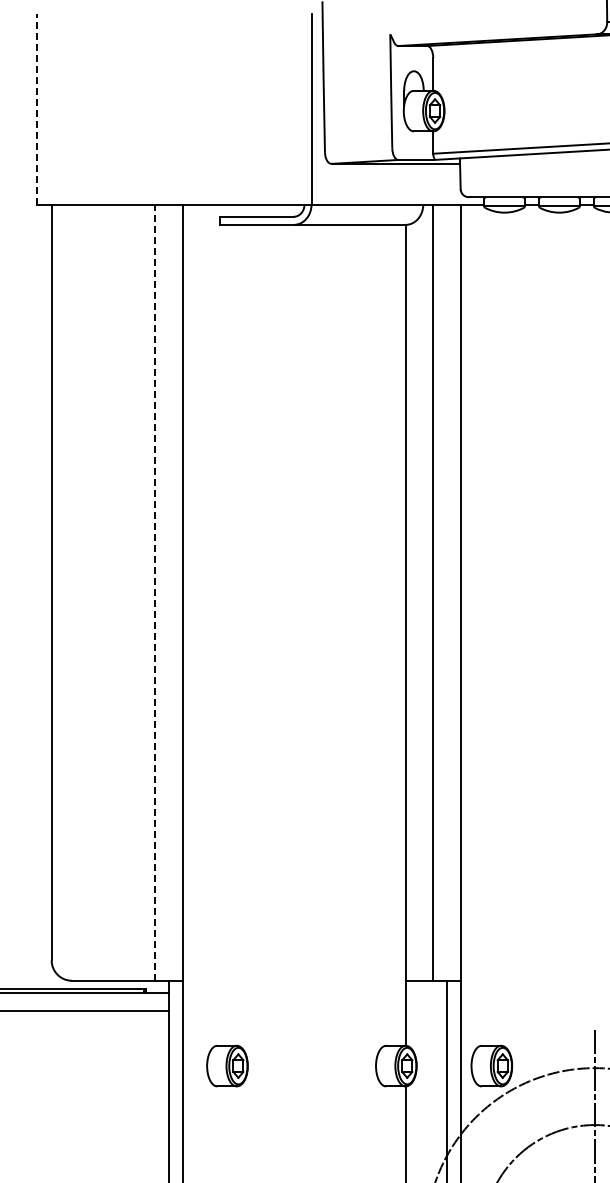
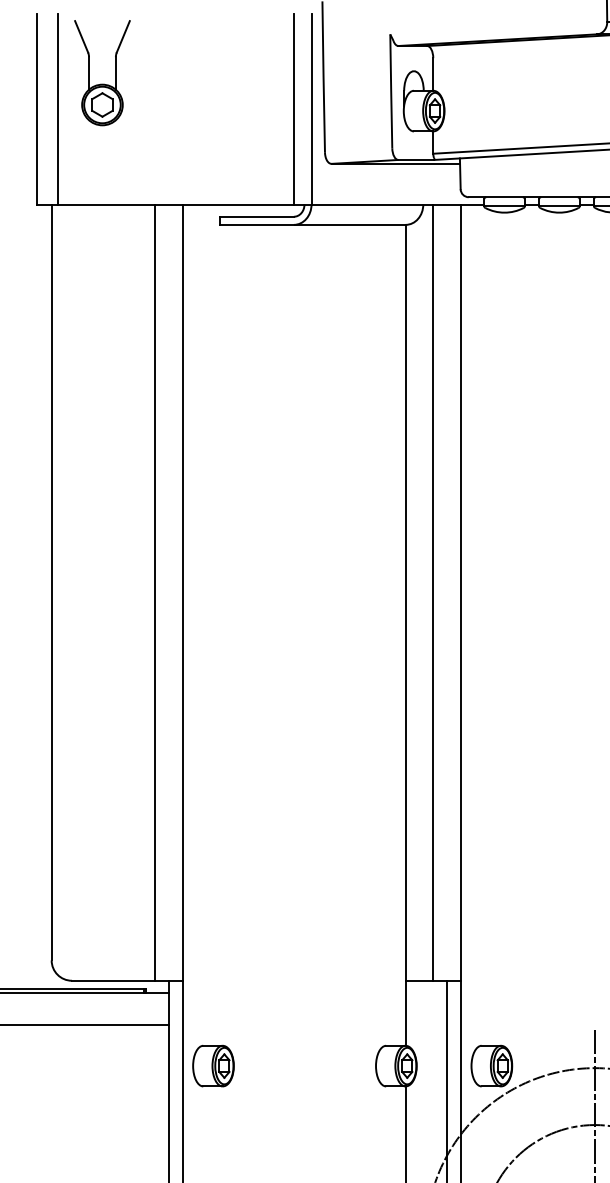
part at (102, 83): none -> present
line at (57, 108): none -> present
line at (293, 108): none -> present
line at (37, 109): dashed -> solid
line at (154, 592): dashed -> solid
line at (85, 1011) position: (85, 1011) -> (85, 1025)
part at (227, 1065) position: (227, 1065) -> (213, 1065)
